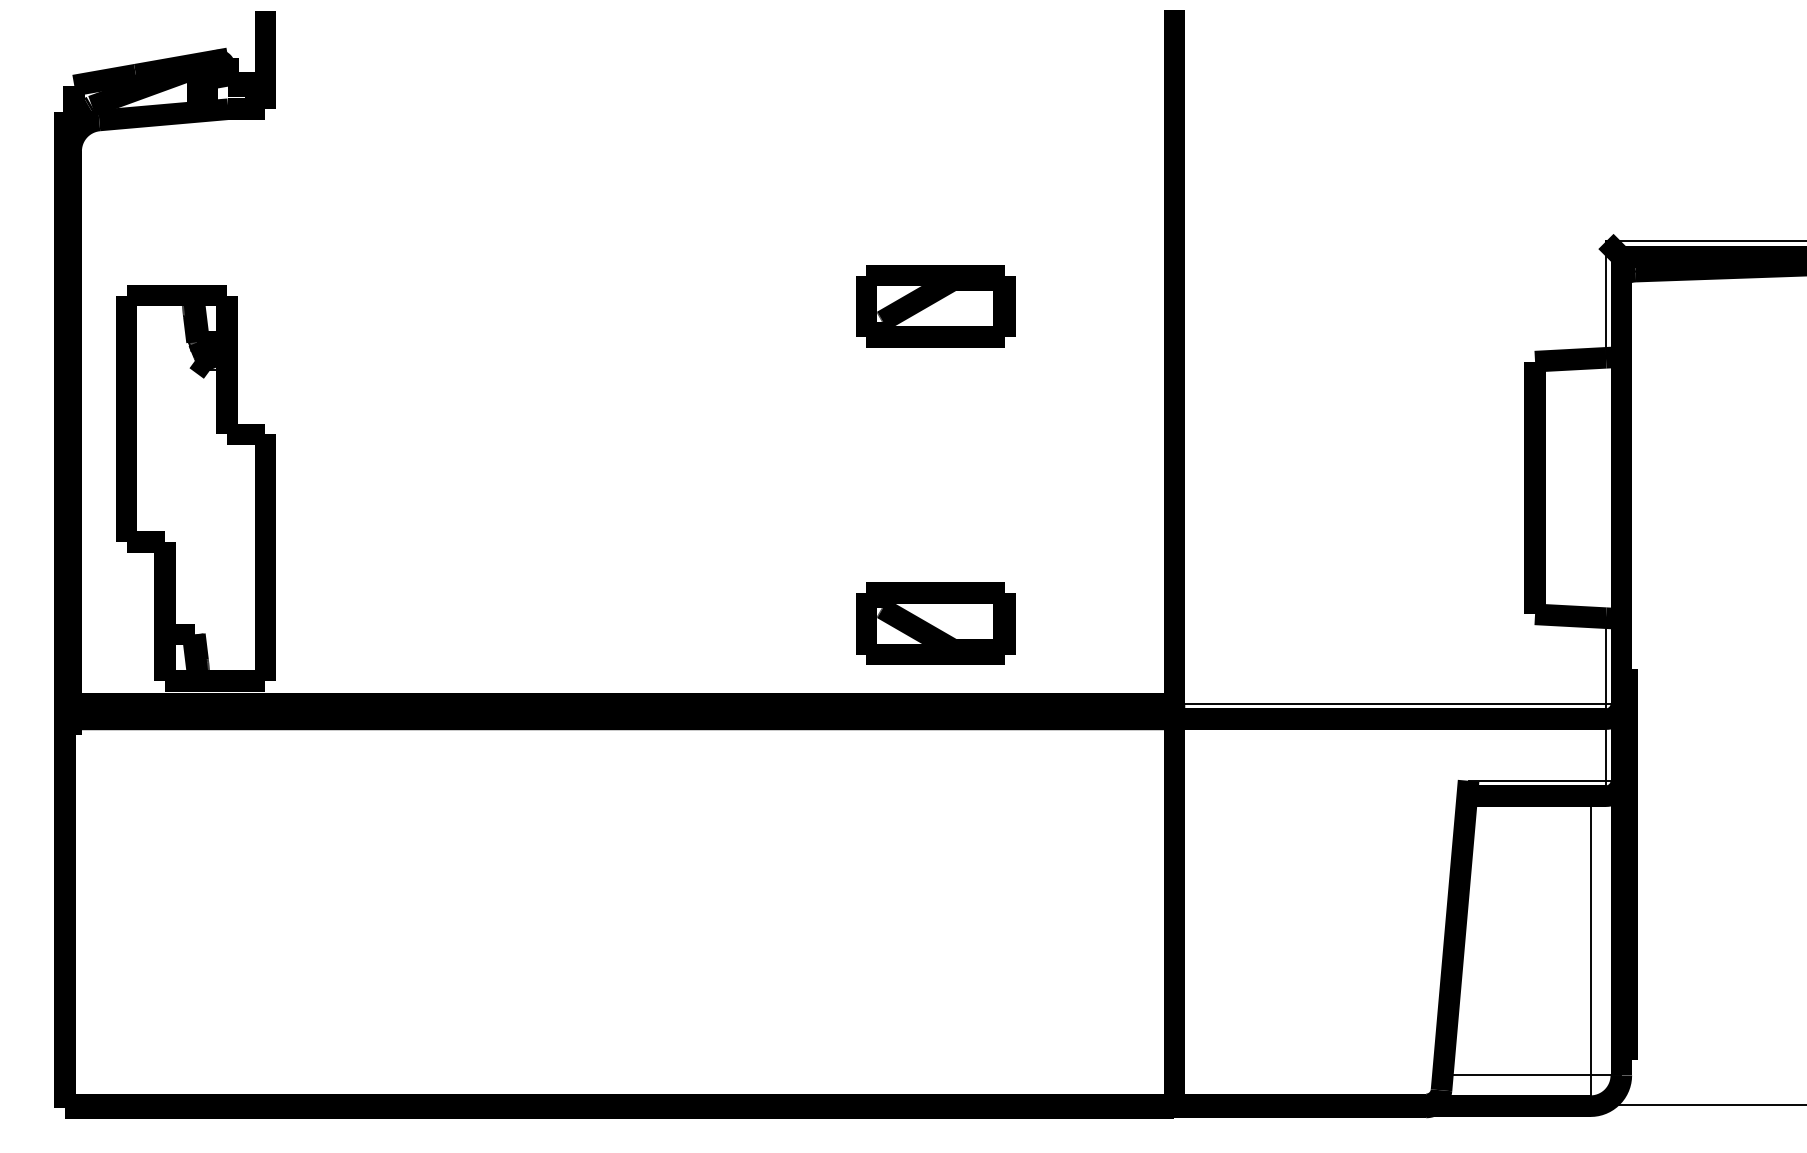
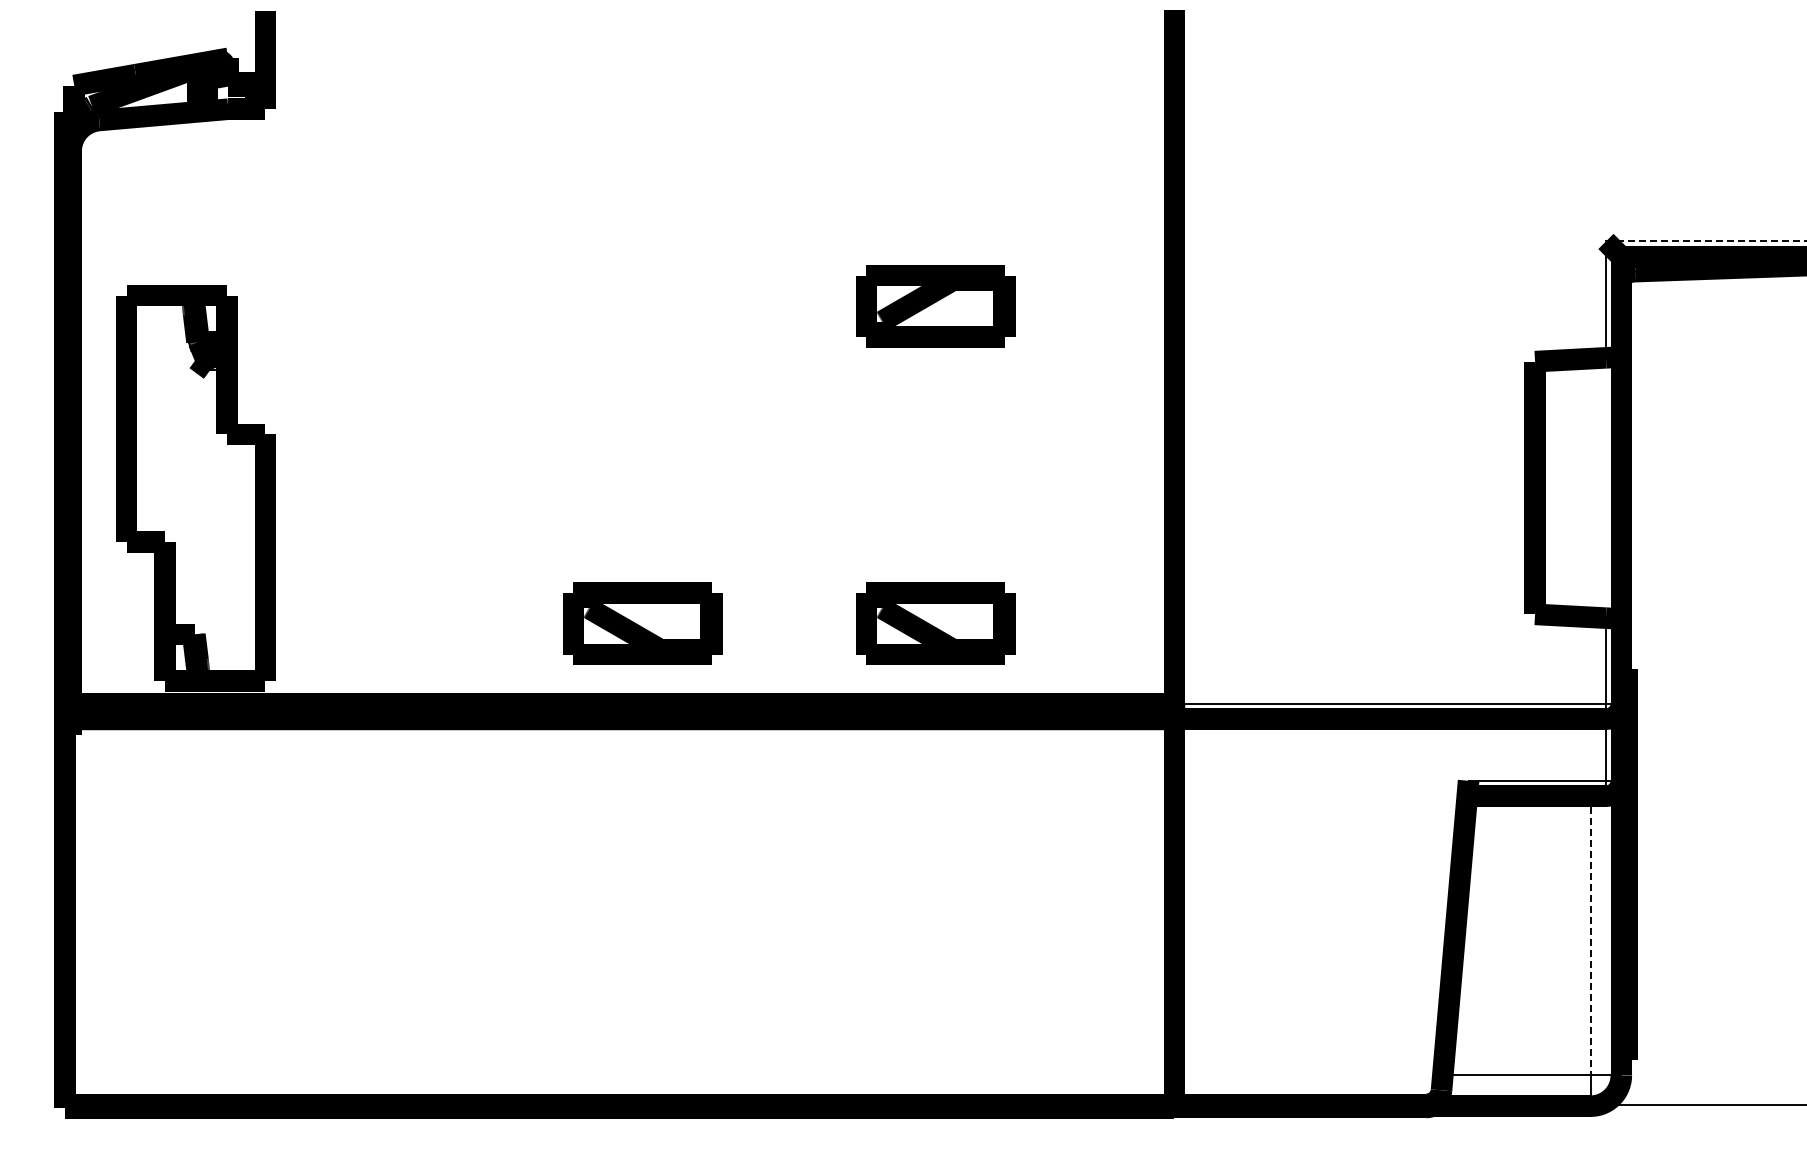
line at (1706, 241): solid -> dashed
part at (642, 623): none -> present
line at (1590, 935): solid -> dashed
